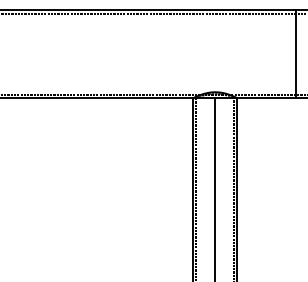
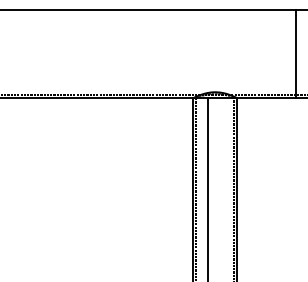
line at (153, 13): present -> none
line at (215, 188) position: (215, 188) -> (208, 188)
